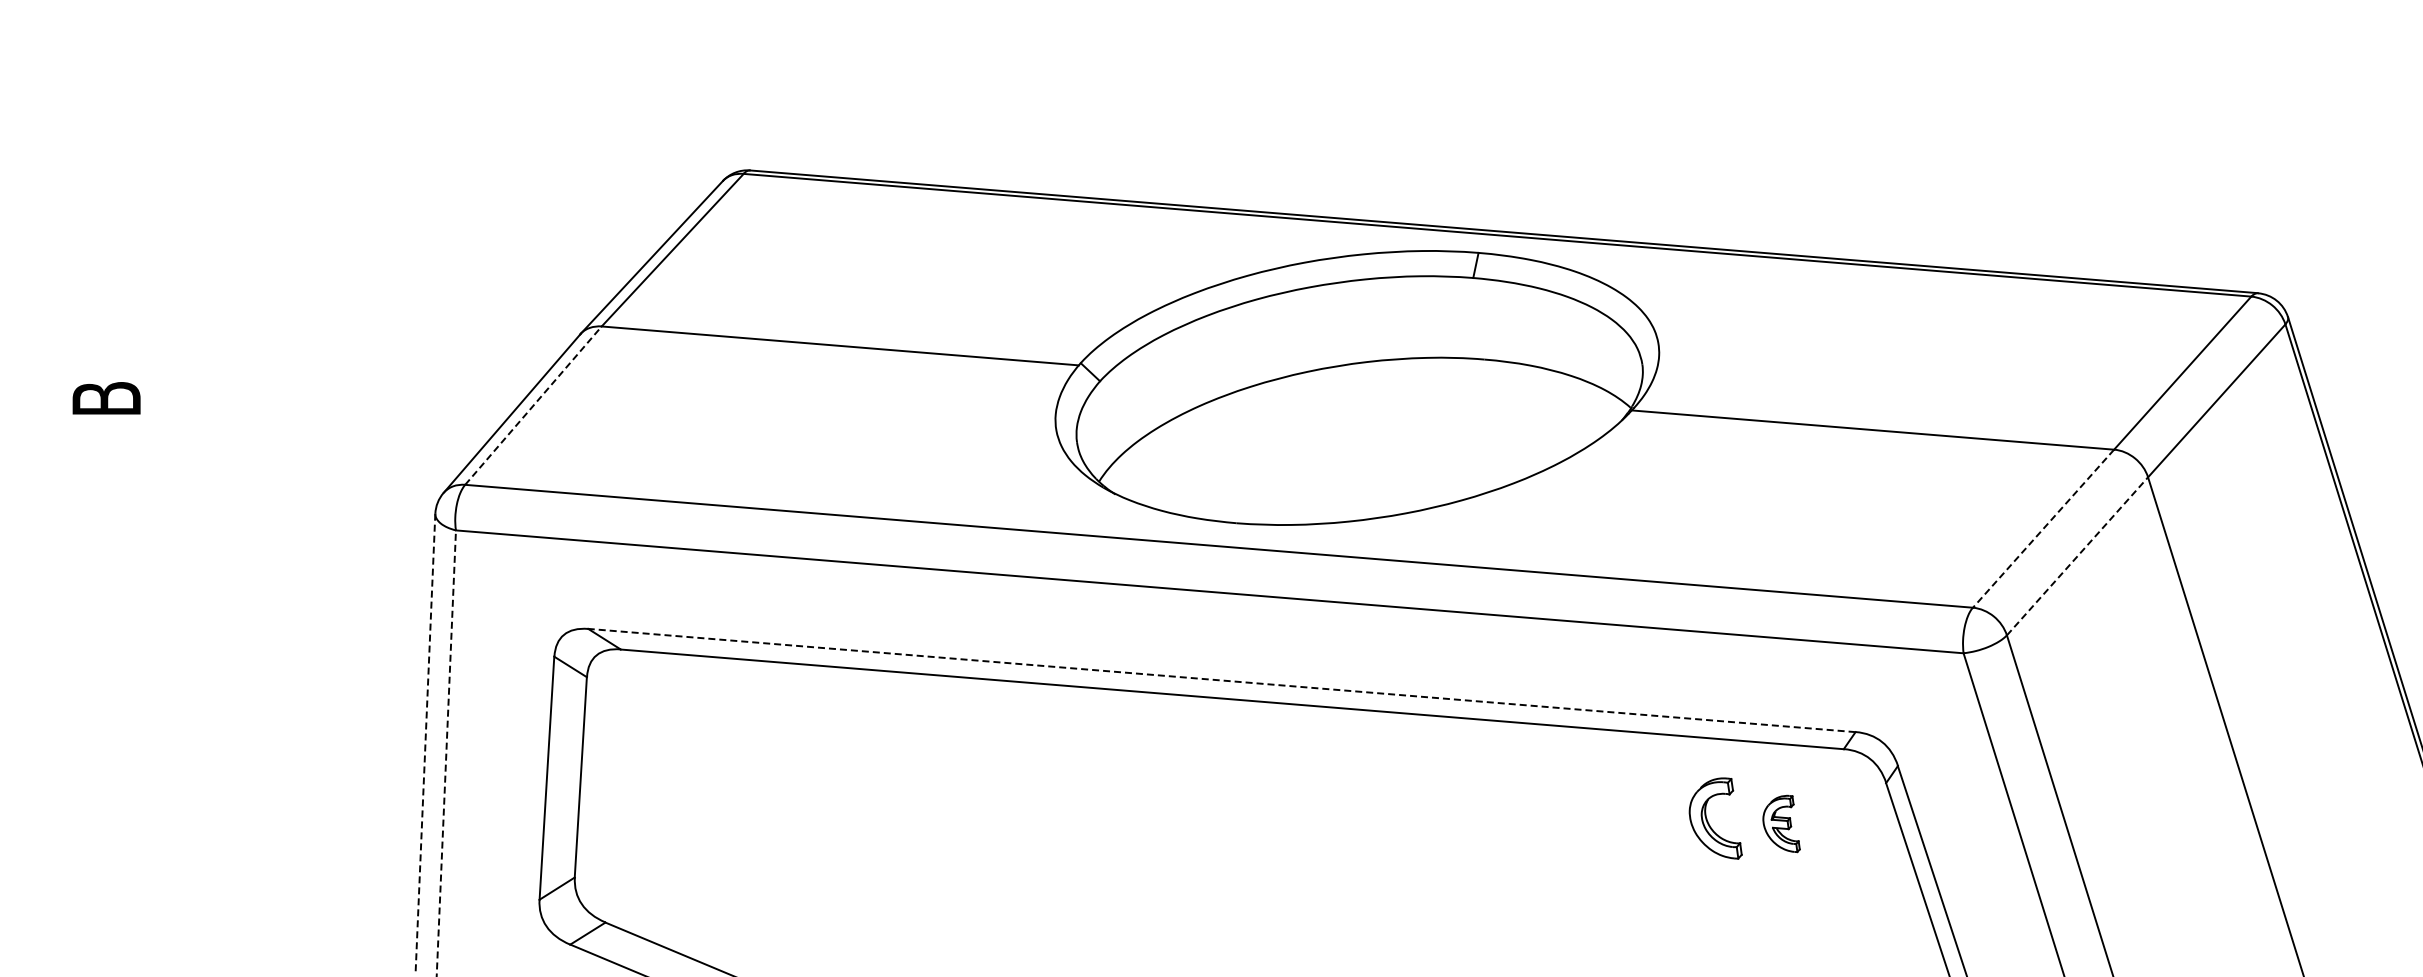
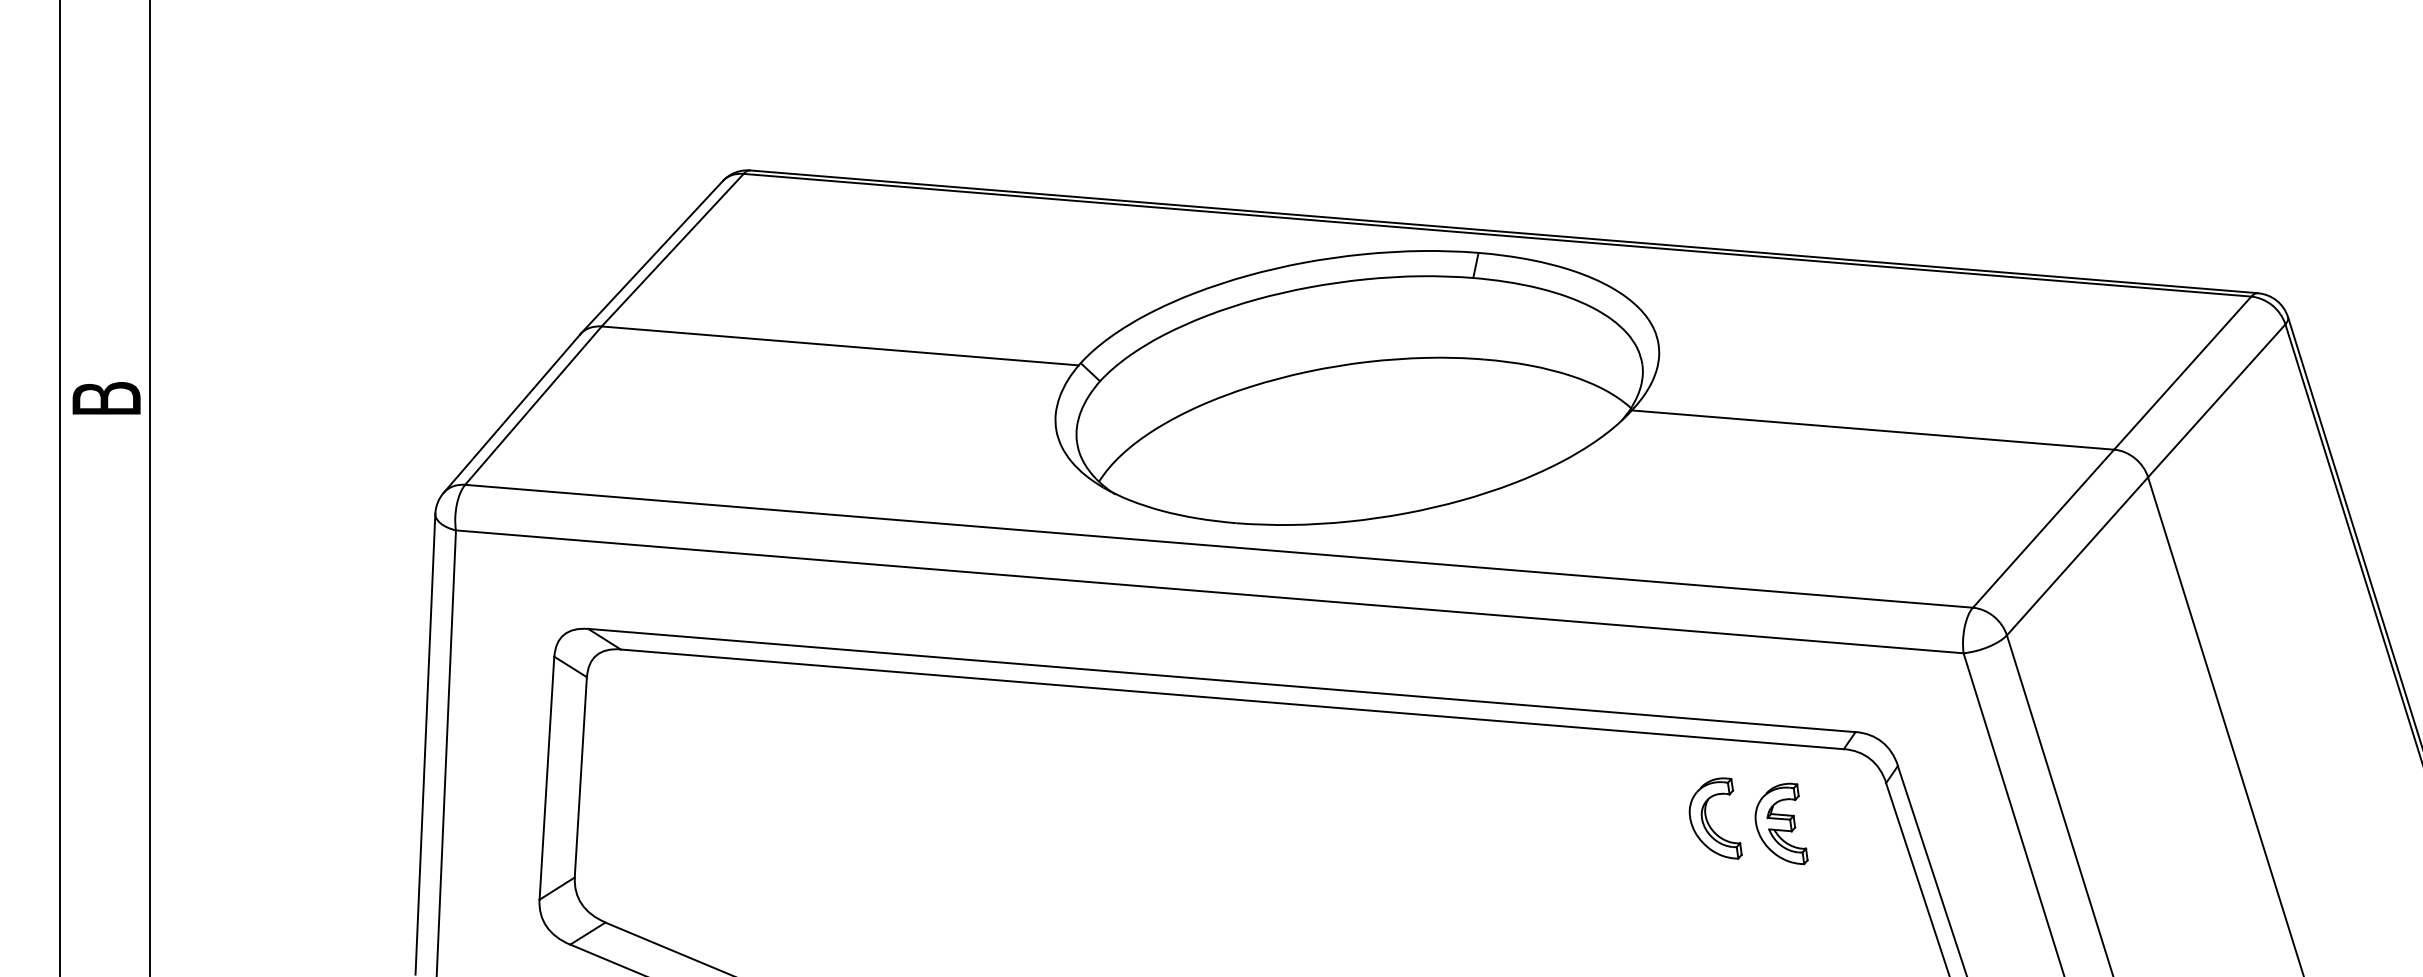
line at (533, 405): dashed -> solid
line at (60, 487): none -> present
line at (149, 487): none -> present
line at (2043, 528): dashed -> solid
line at (2077, 556): dashed -> solid
line at (1221, 680): dashed -> solid
line at (425, 744): dashed -> solid
line at (446, 752): dashed -> solid
part at (1781, 823) size: 39x60 px -> 55x84 px
